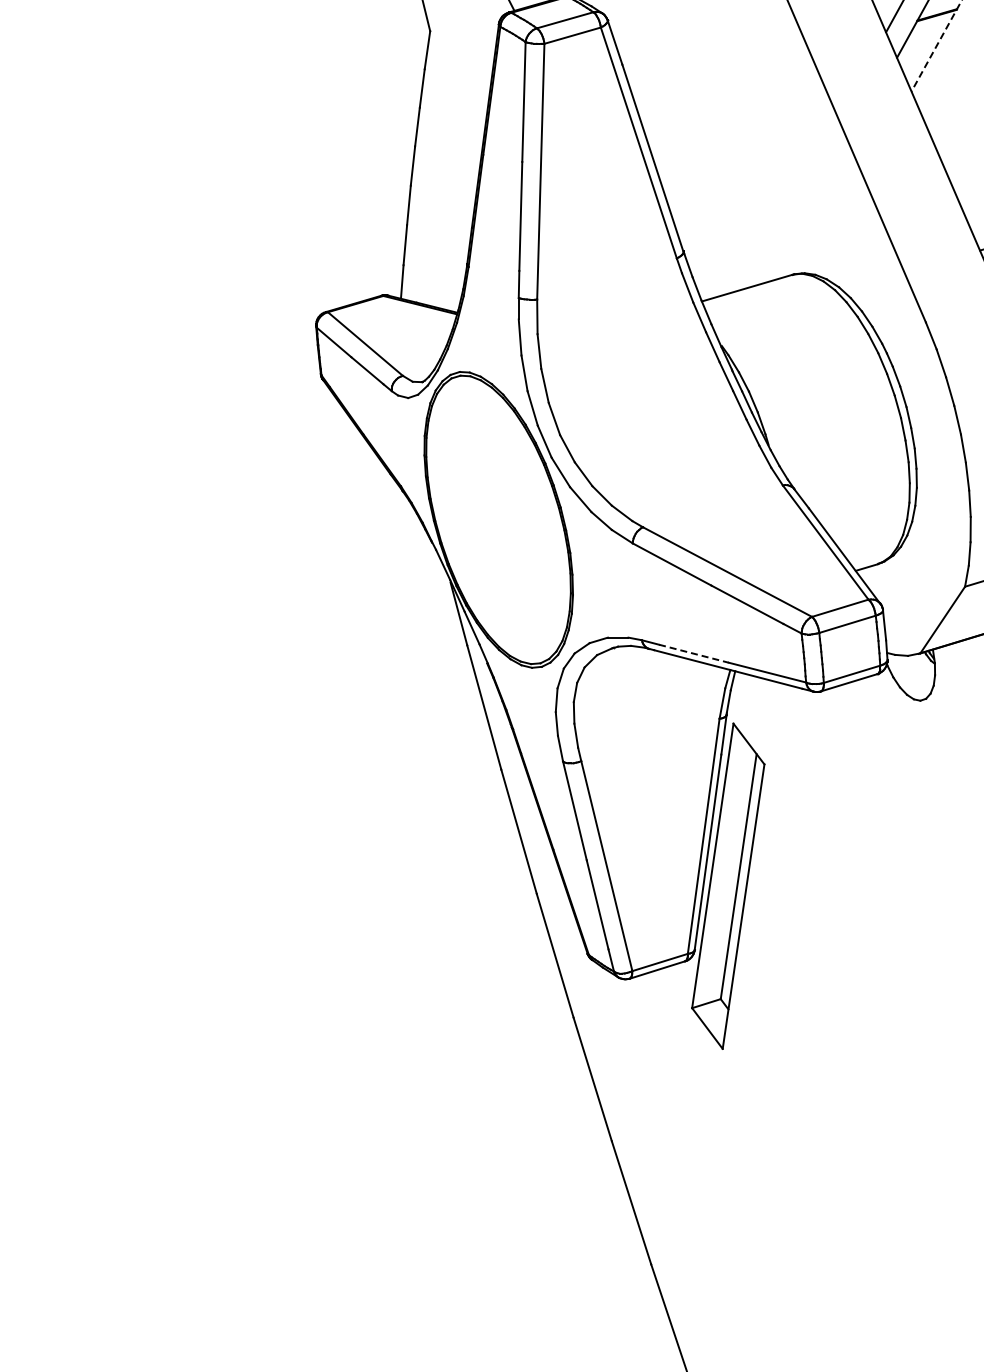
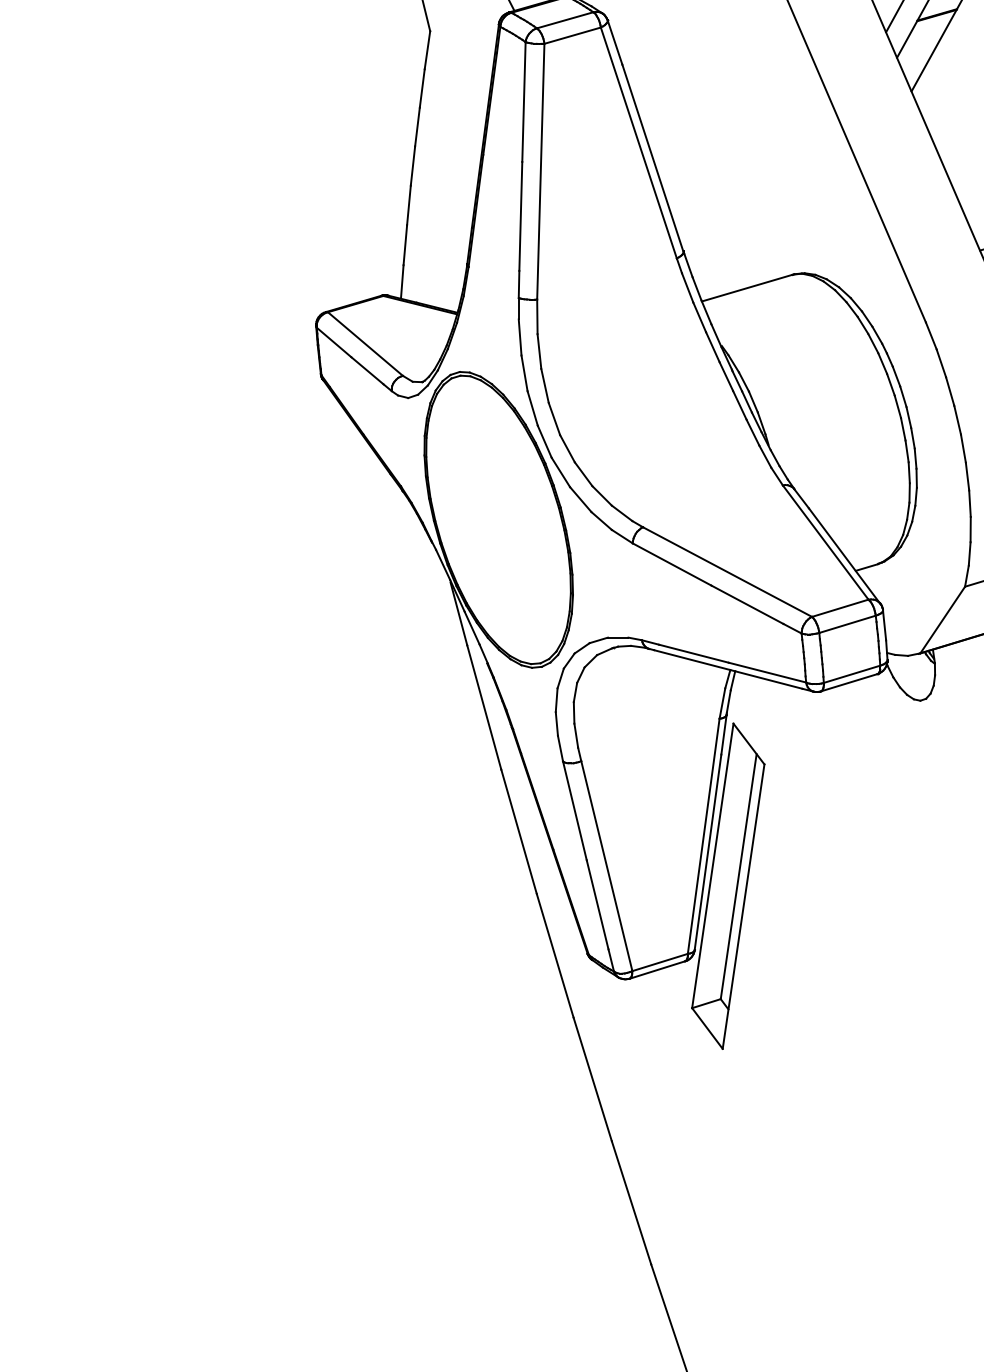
line at (936, 45): dashed -> solid
line at (694, 653): dashed -> solid
